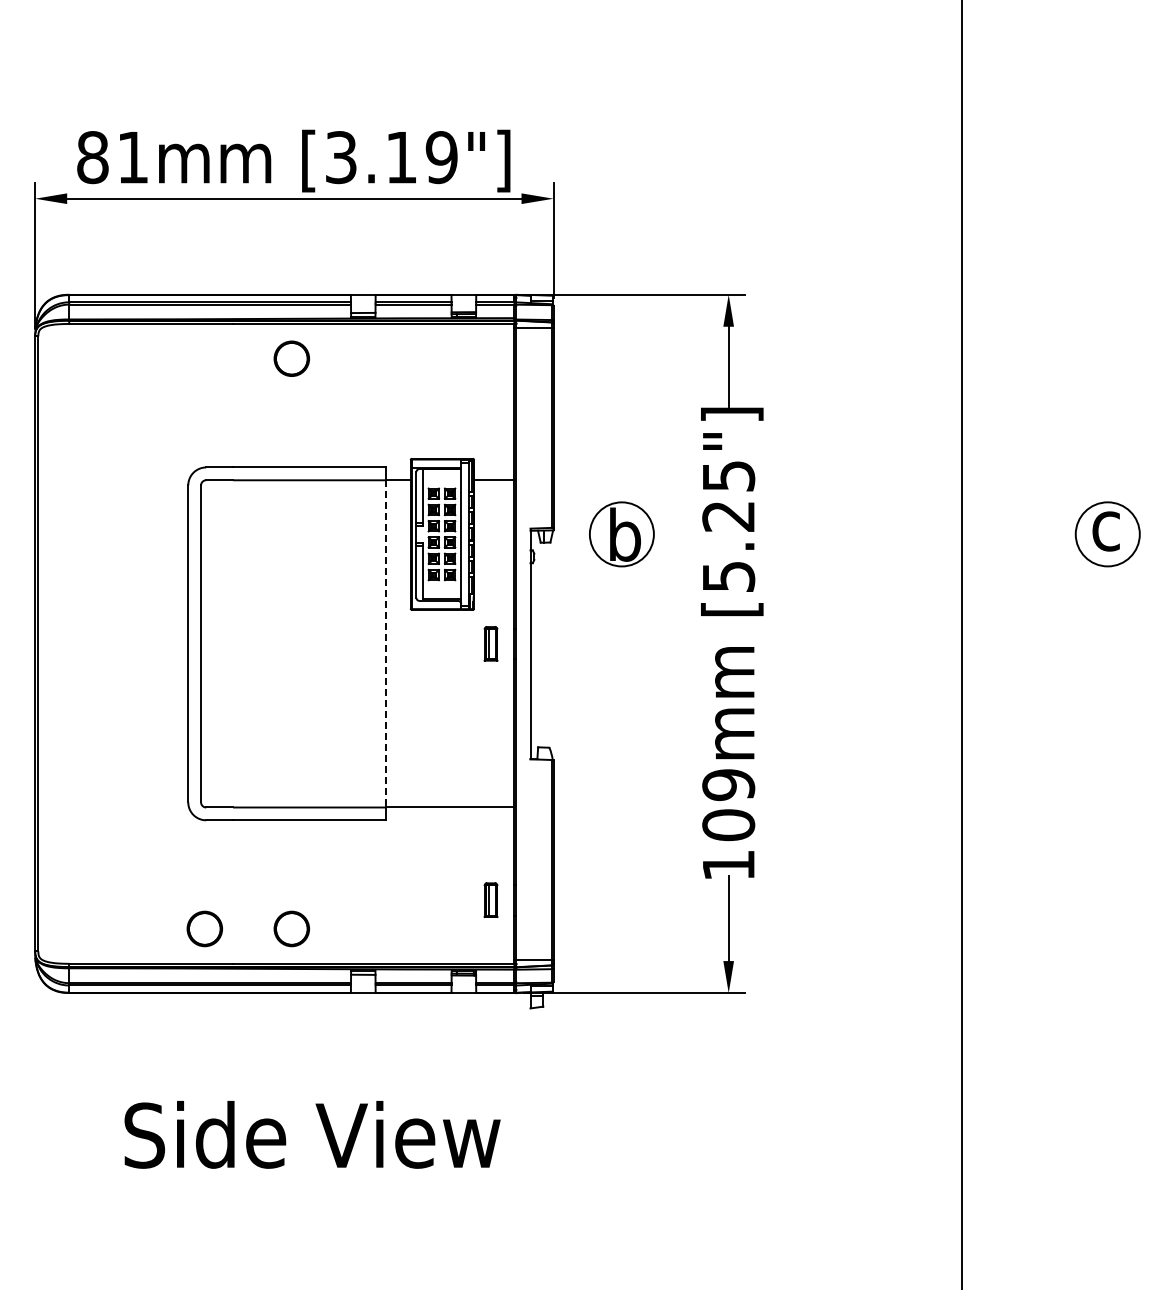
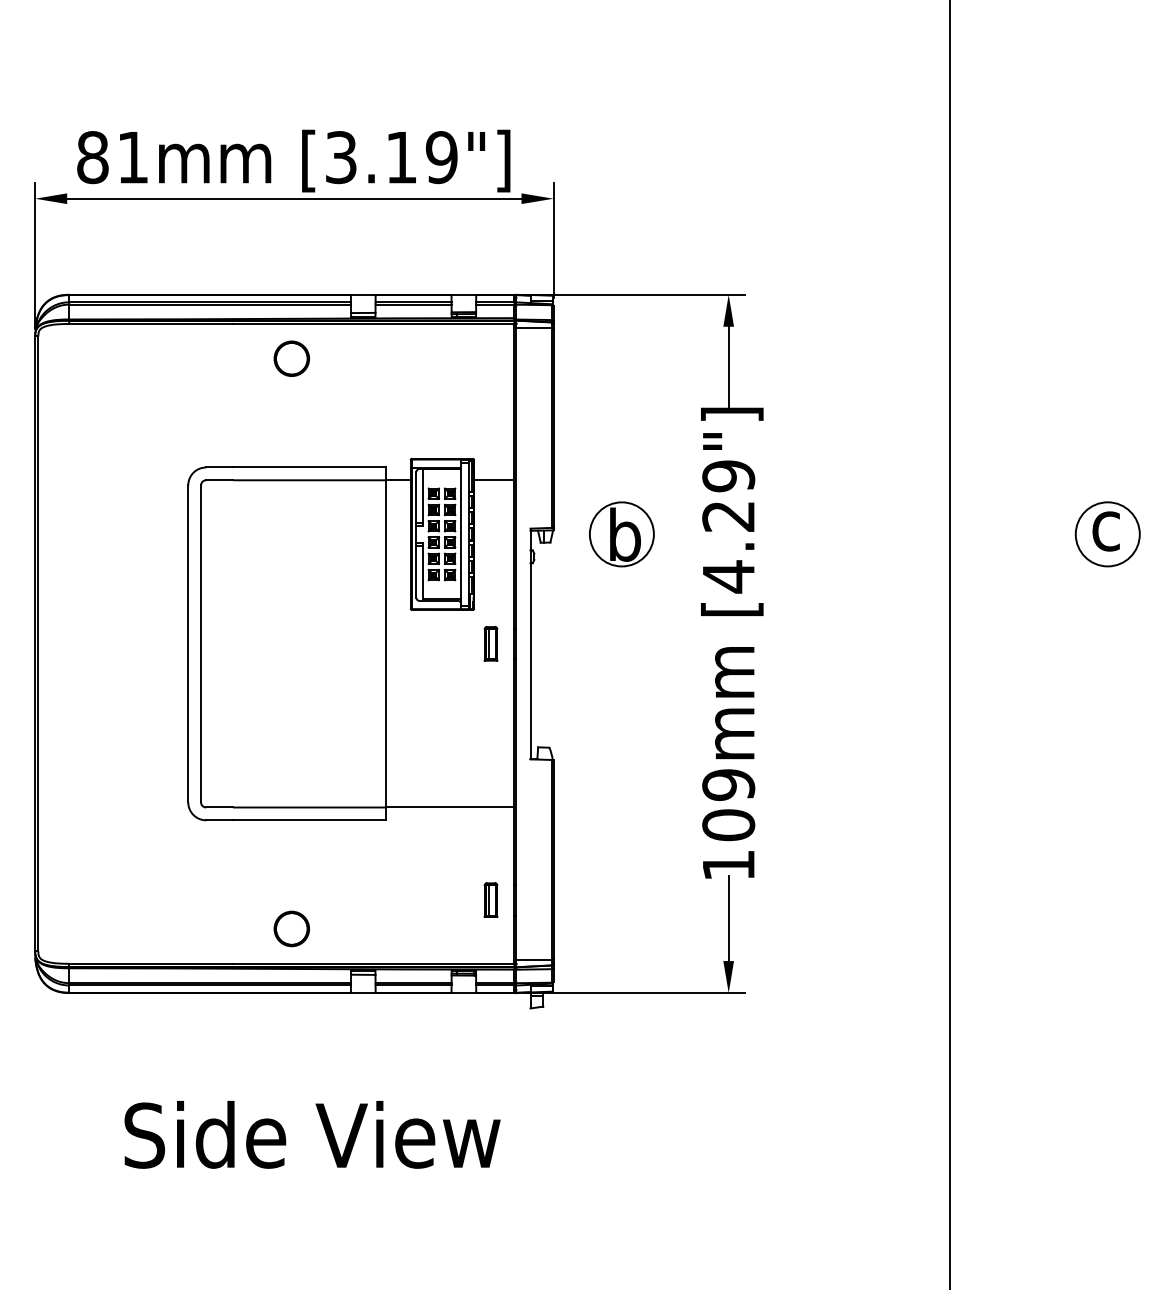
text at (728, 526): [5.25"] -> [4.29"]
line at (386, 643): dashed -> solid
line at (961, 644) position: (961, 644) -> (949, 644)
part at (204, 928): present -> none
